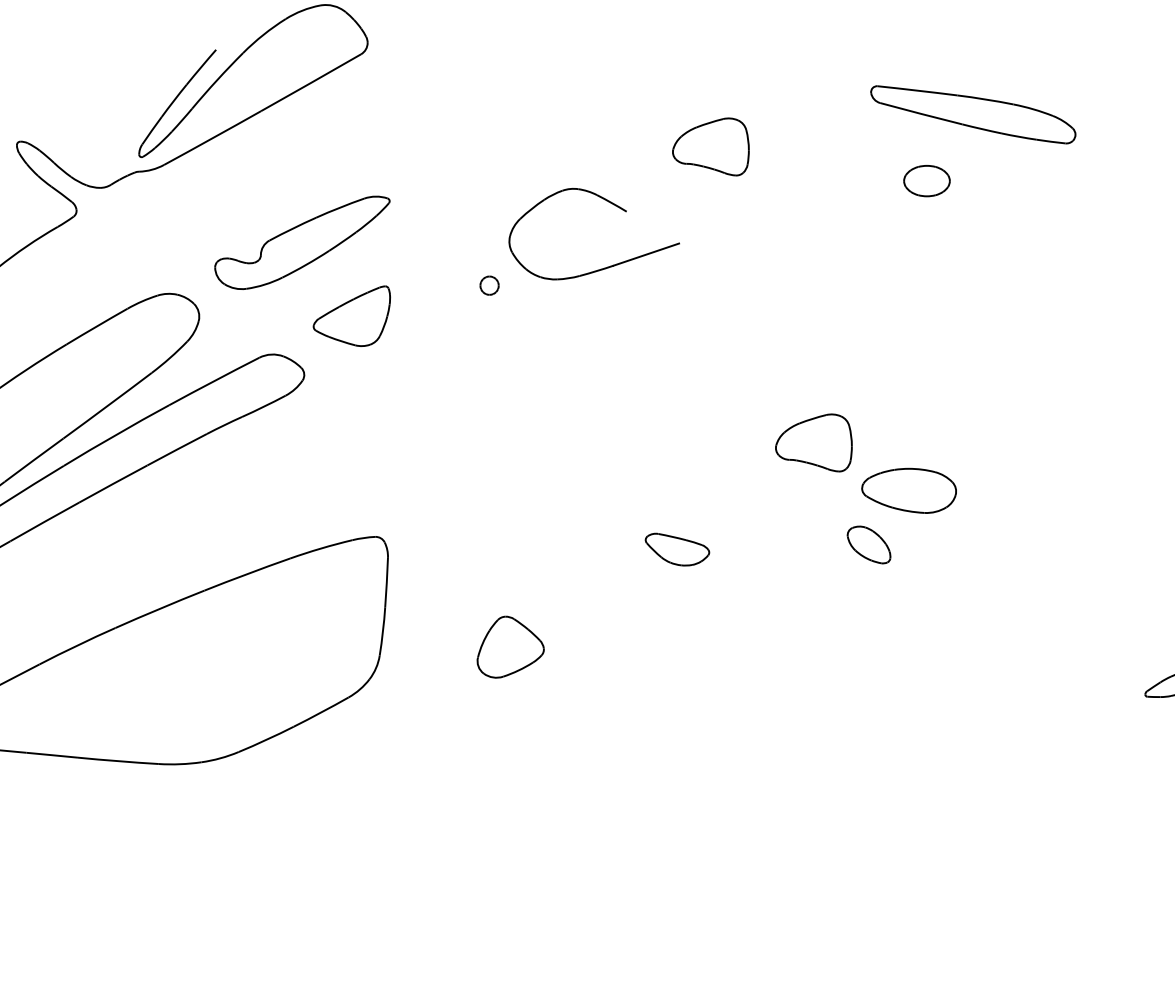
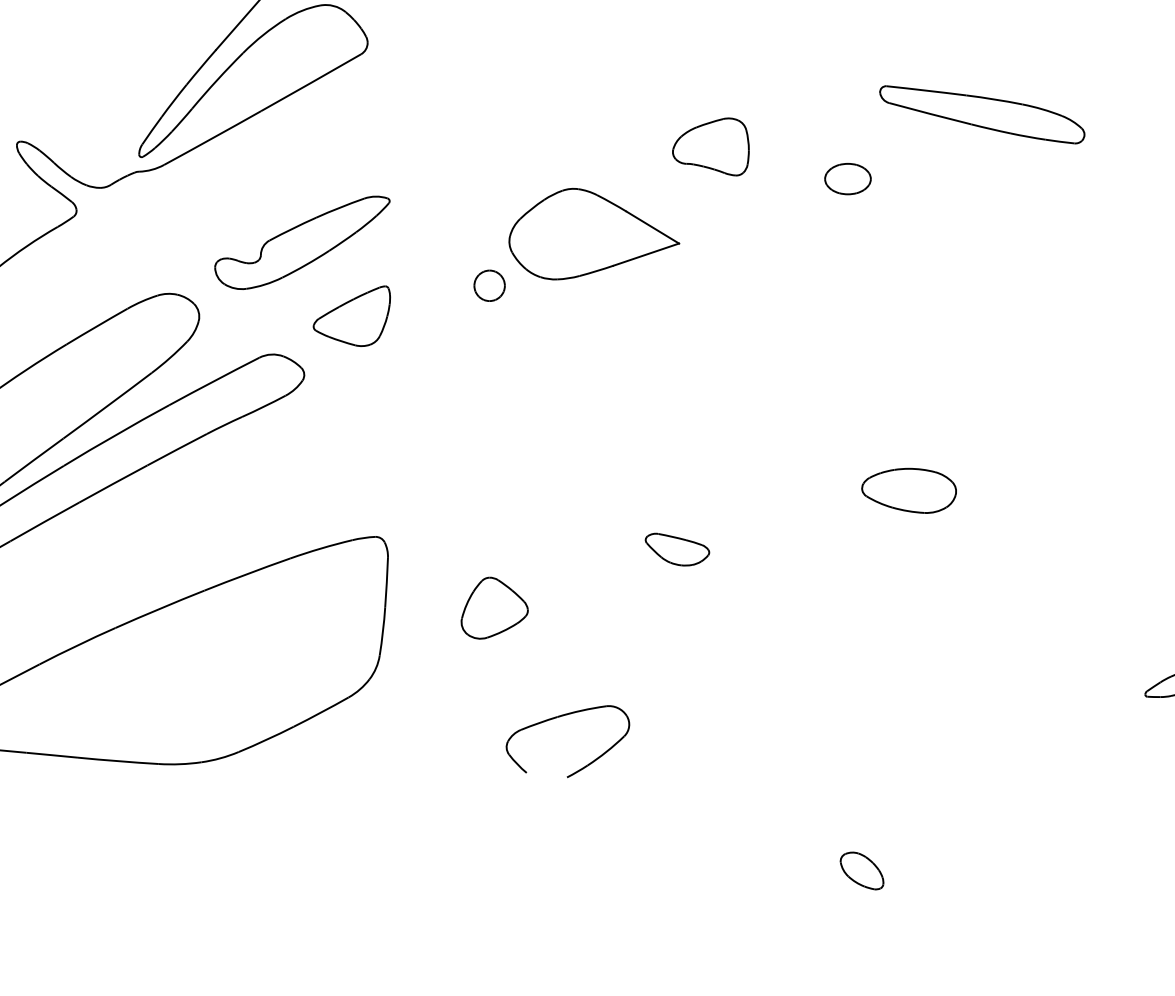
line at (236, 25): none -> present
part at (973, 114) position: (973, 114) -> (982, 114)
part at (926, 181) position: (926, 181) -> (847, 179)
line at (652, 227): none -> present
part at (489, 285) size: 21x21 px -> 33x33 px
part at (813, 442): present -> none
part at (868, 544) position: (868, 544) -> (861, 870)
part at (510, 646) position: (510, 646) -> (494, 607)
part at (560, 717): none -> present
